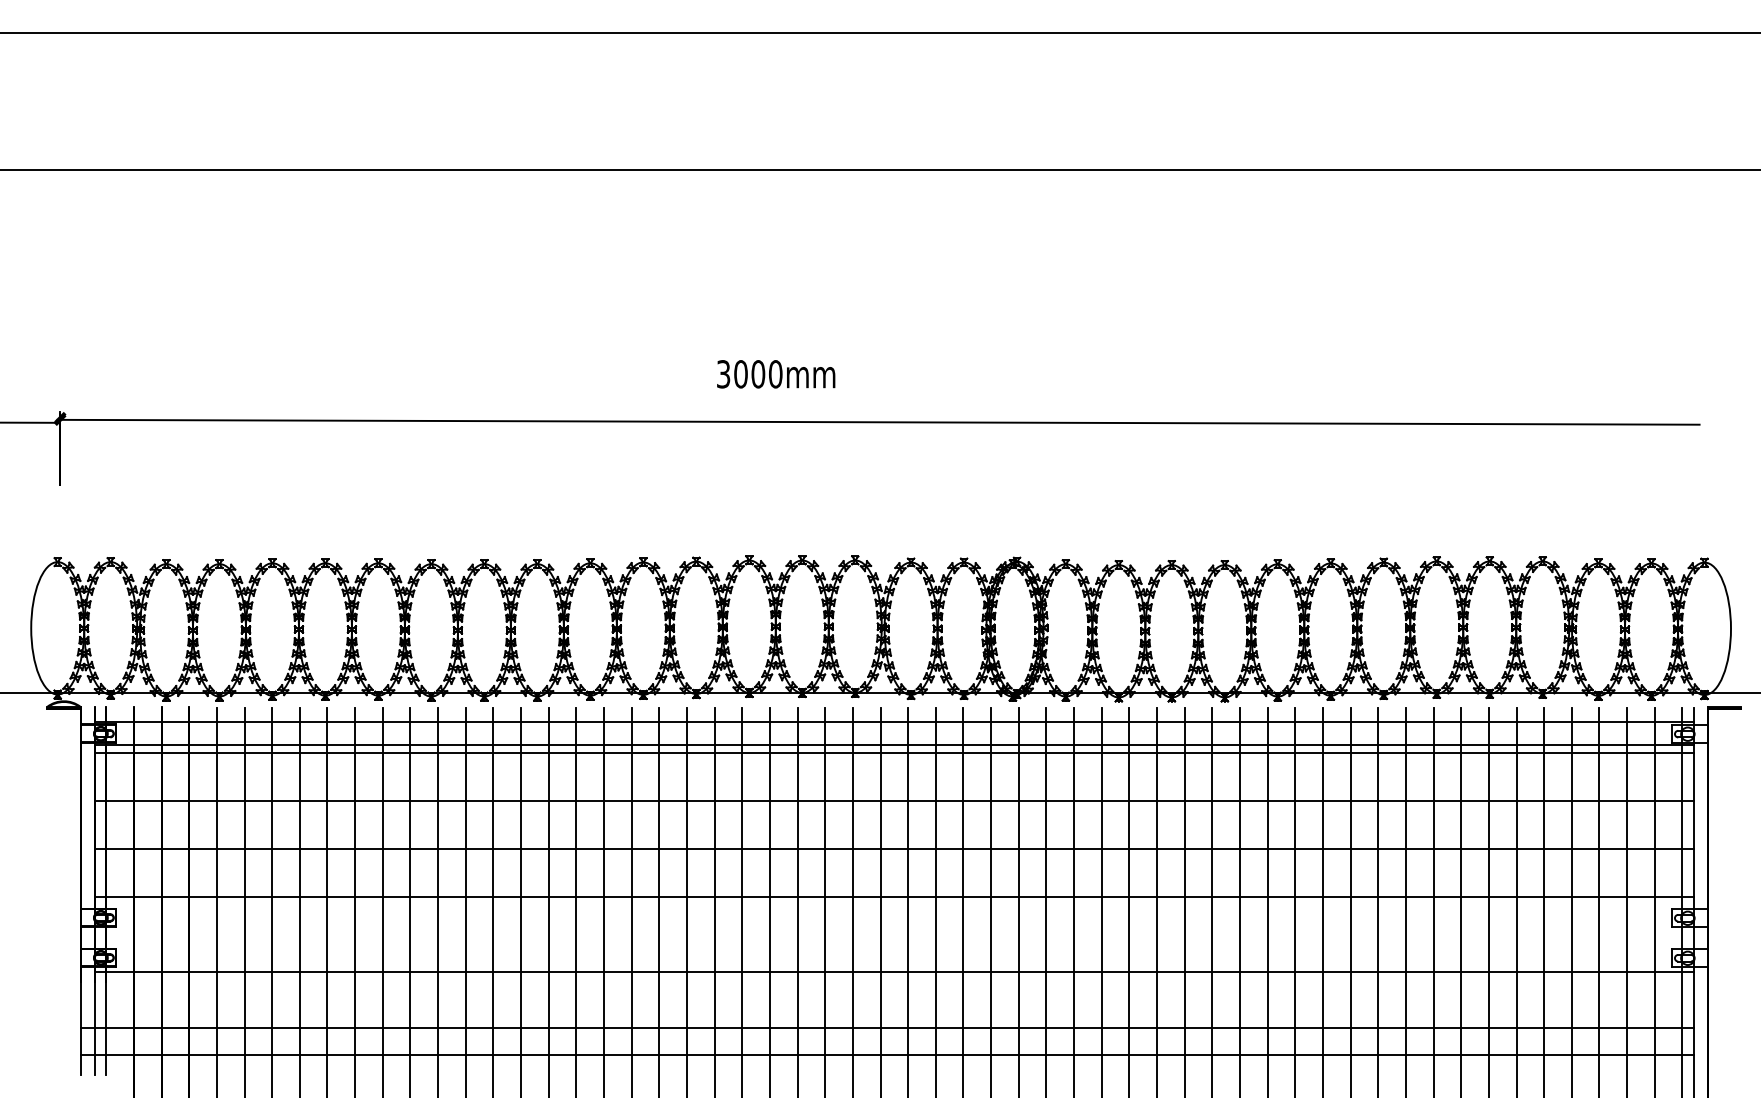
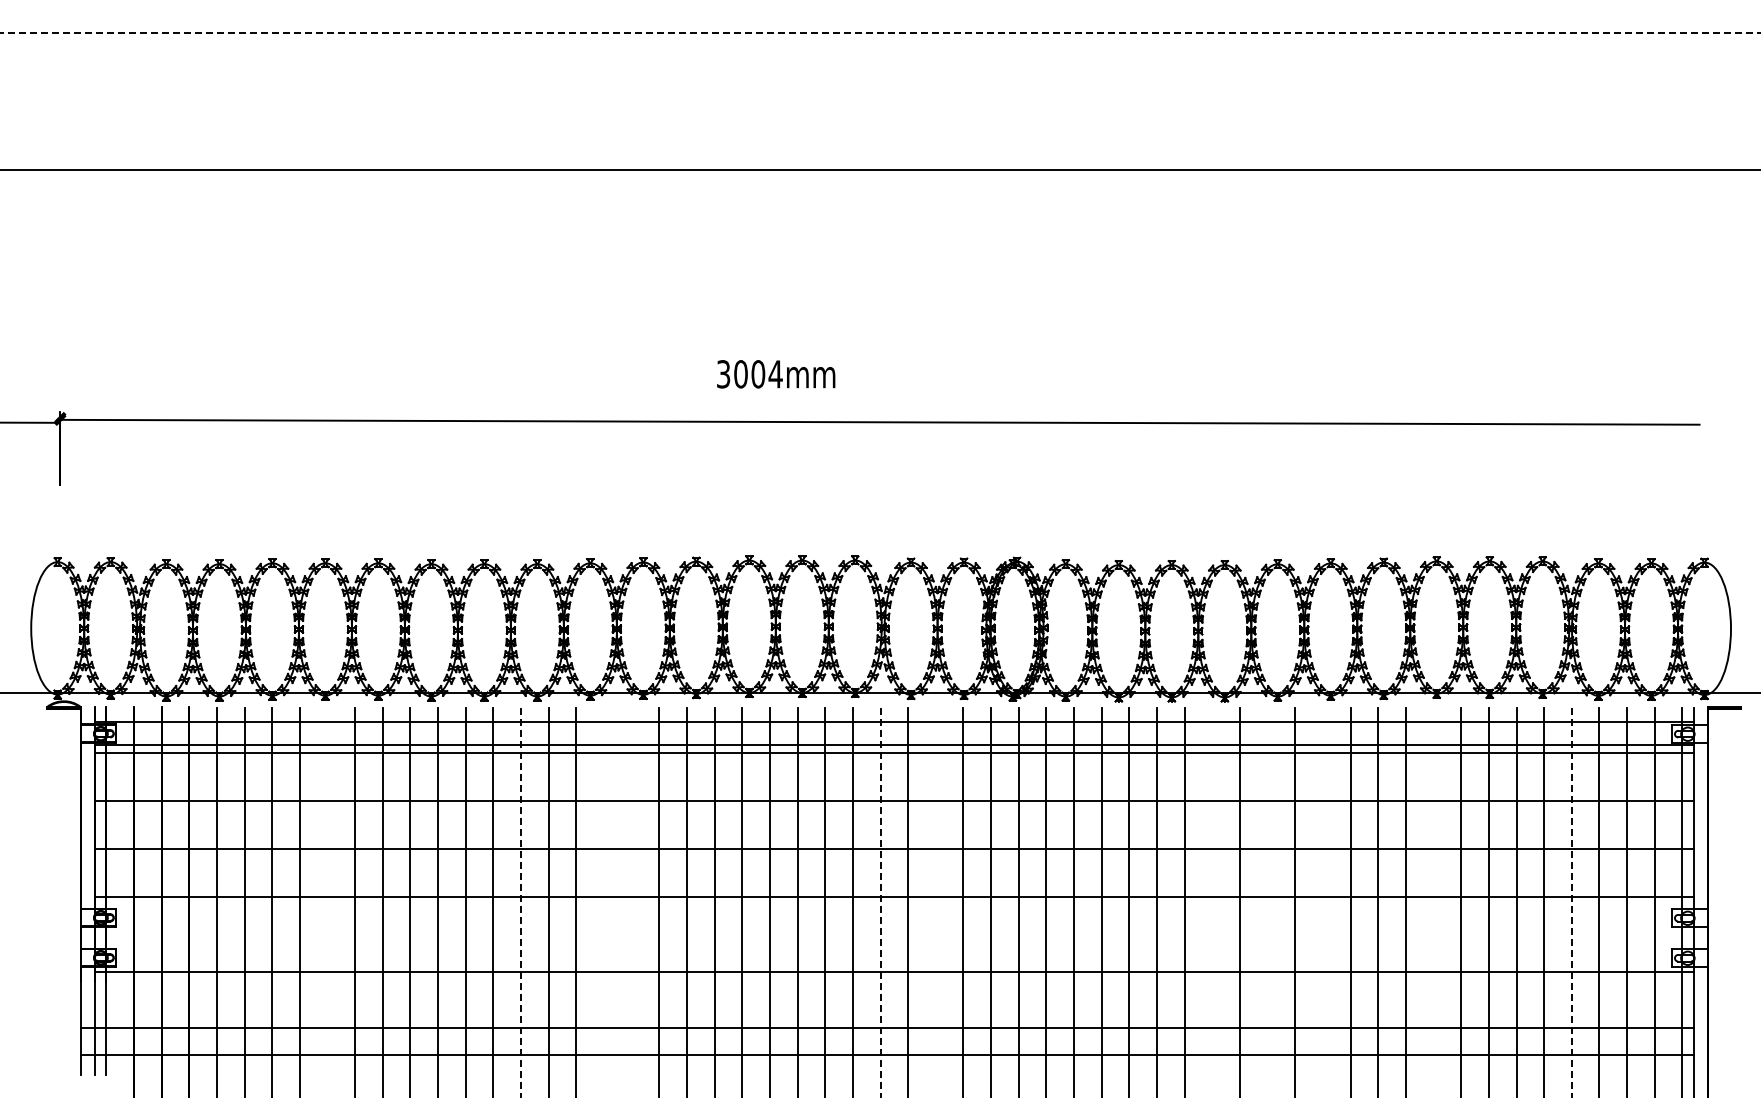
line at (879, 33): solid -> dashed
text at (775, 374): 3000mm -> 3004mm
line at (327, 900): present -> none
line at (603, 900): present -> none
line at (631, 900): present -> none
line at (935, 900): present -> none
line at (1212, 900): present -> none
line at (1267, 900): present -> none
line at (1322, 900): present -> none
line at (1433, 900): present -> none
line at (521, 902): solid -> dashed
line at (880, 902): solid -> dashed
line at (1571, 902): solid -> dashed
